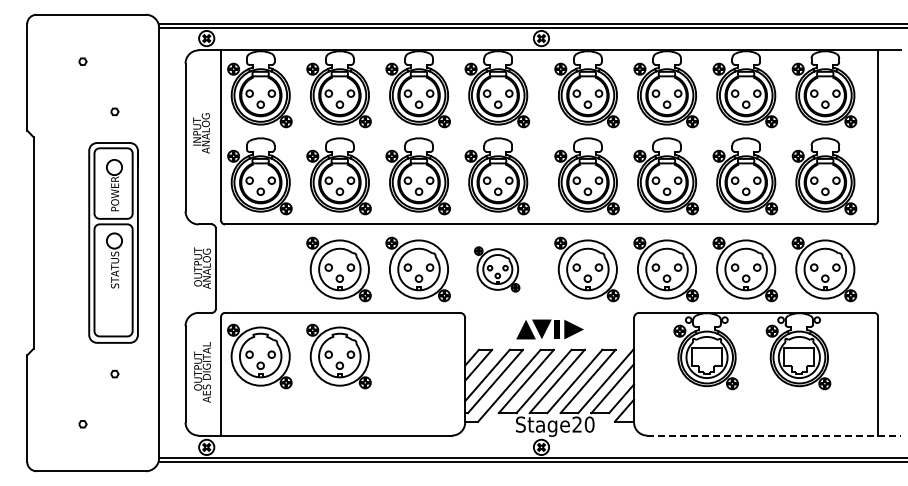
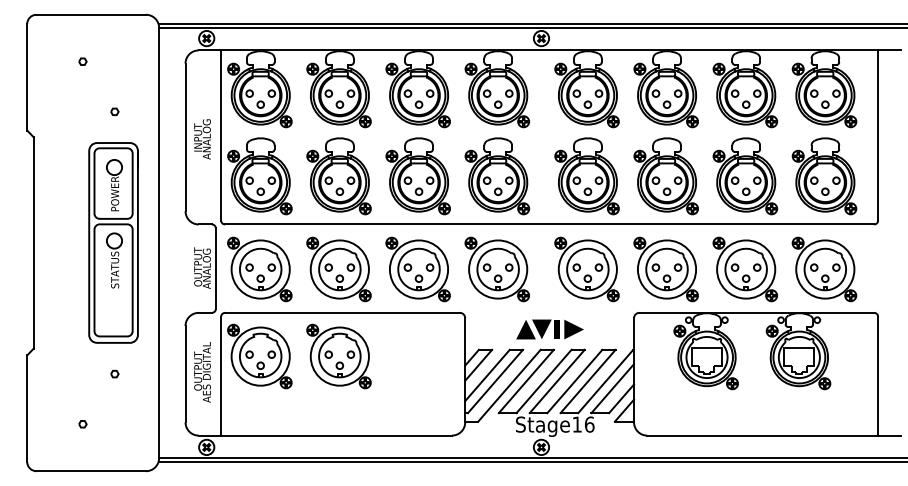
text at (201, 133) position: (201, 133) -> (202, 139)
part at (259, 269): none -> present
part at (497, 269) size: 47x47 px -> 66x67 px
text at (583, 424): Stage20 -> Stage16
line at (773, 435): dashed -> solid
